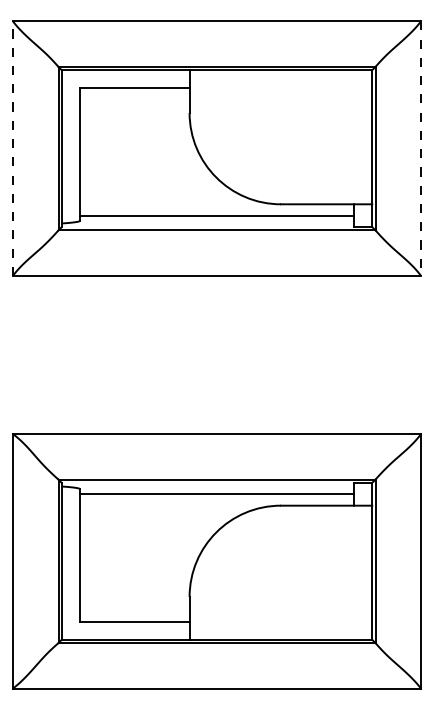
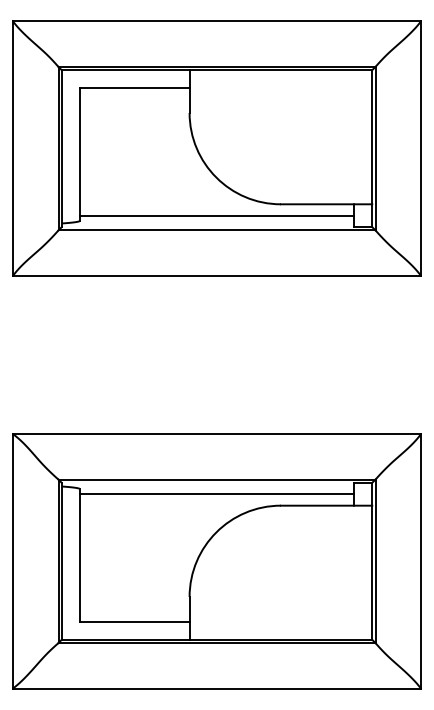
line at (12, 148): dashed -> solid
line at (421, 149): dashed -> solid
